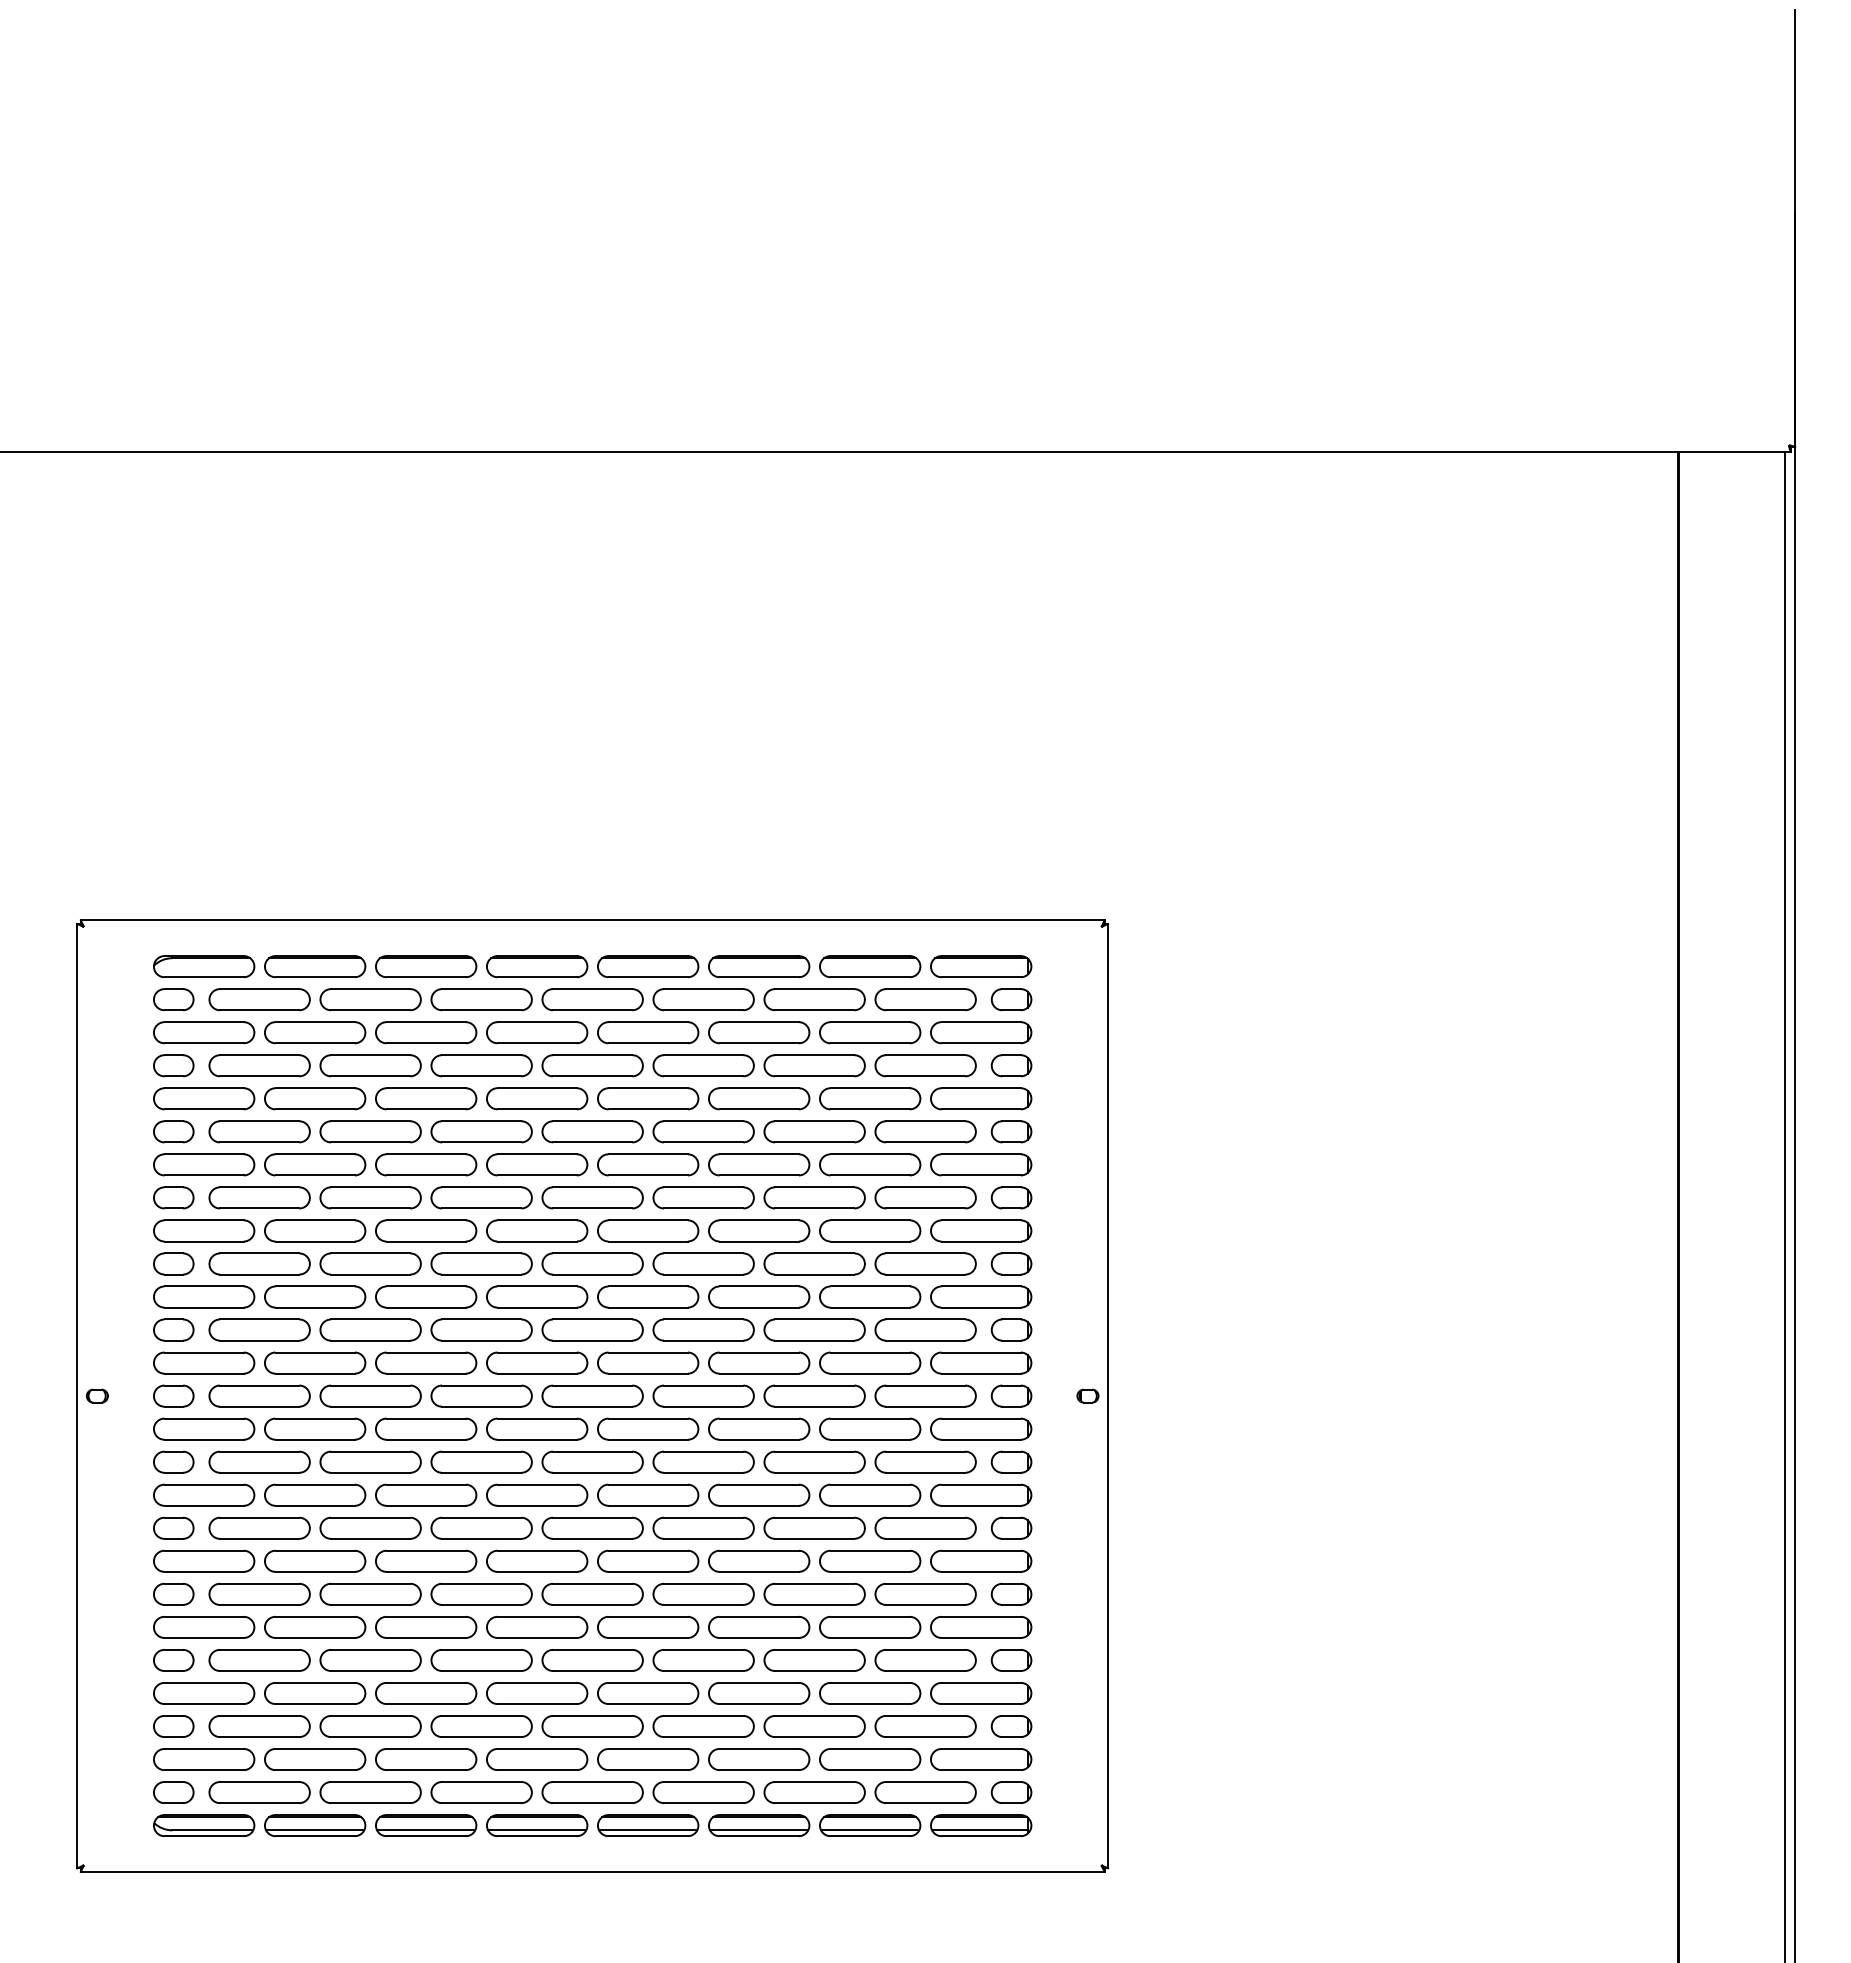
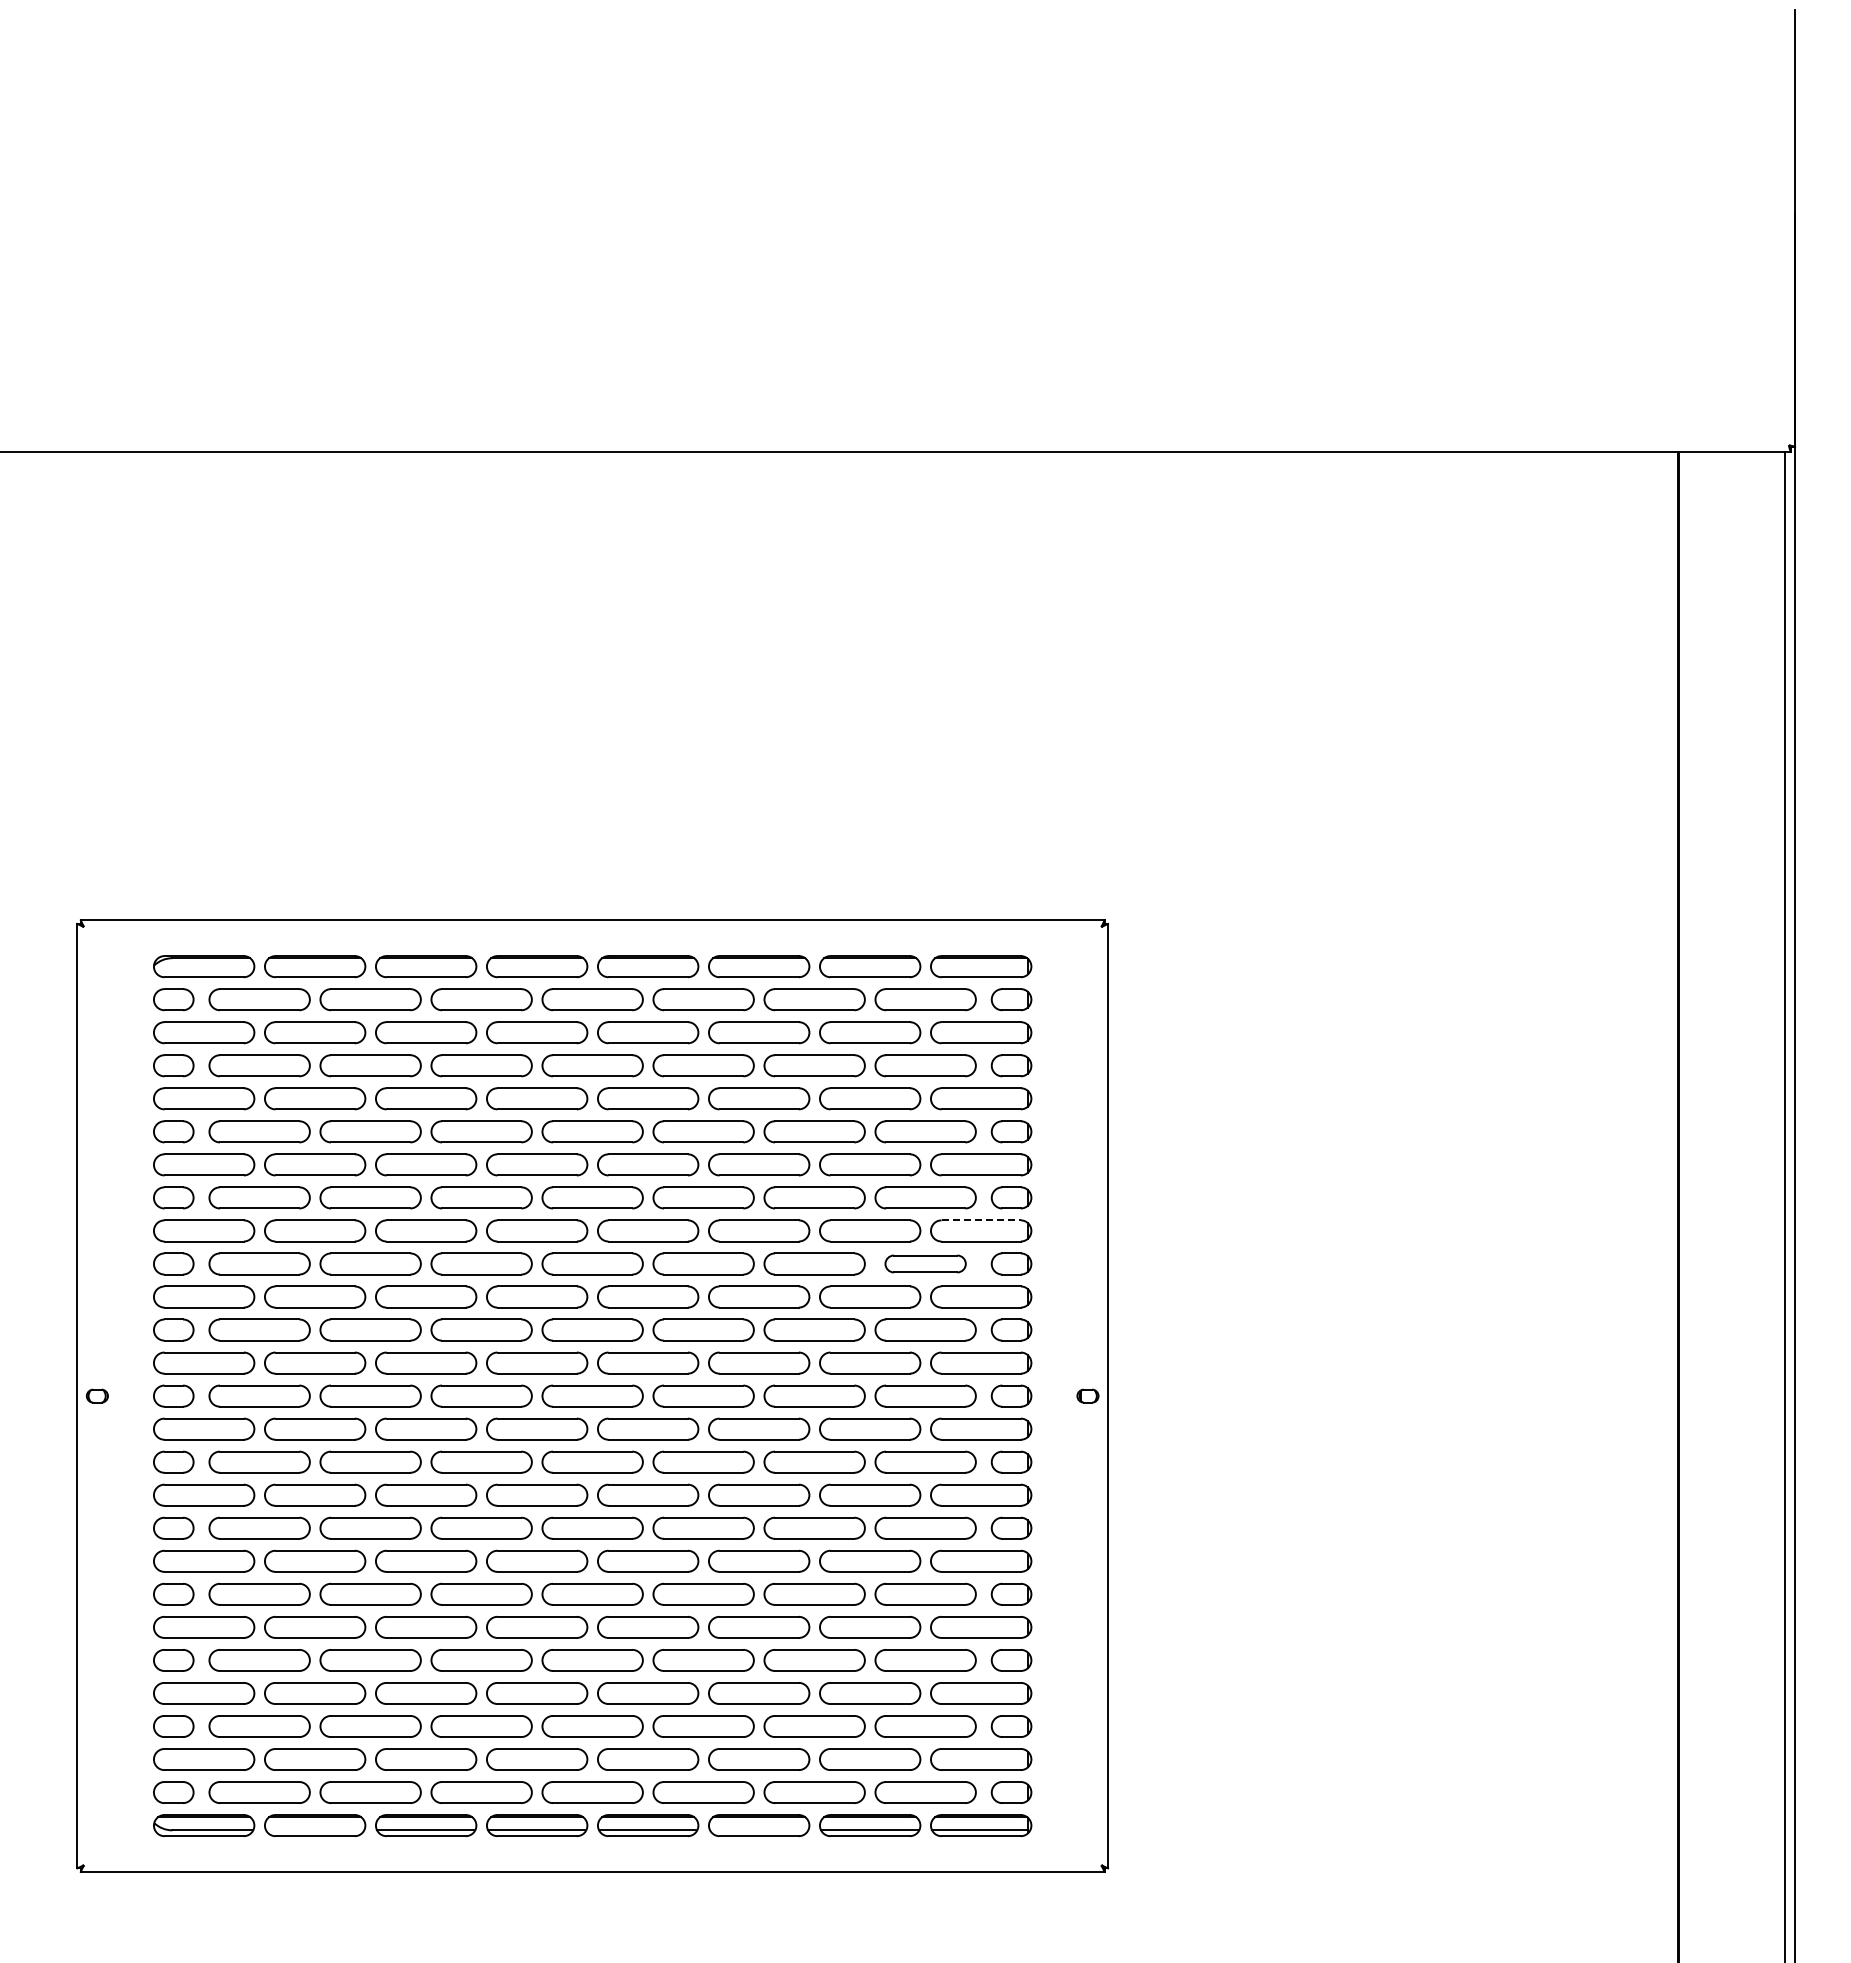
line at (981, 1220): solid -> dashed
part at (925, 1263) size: 103x24 px -> 83x20 px
line at (315, 1830): present -> none
line at (759, 1830): present -> none
